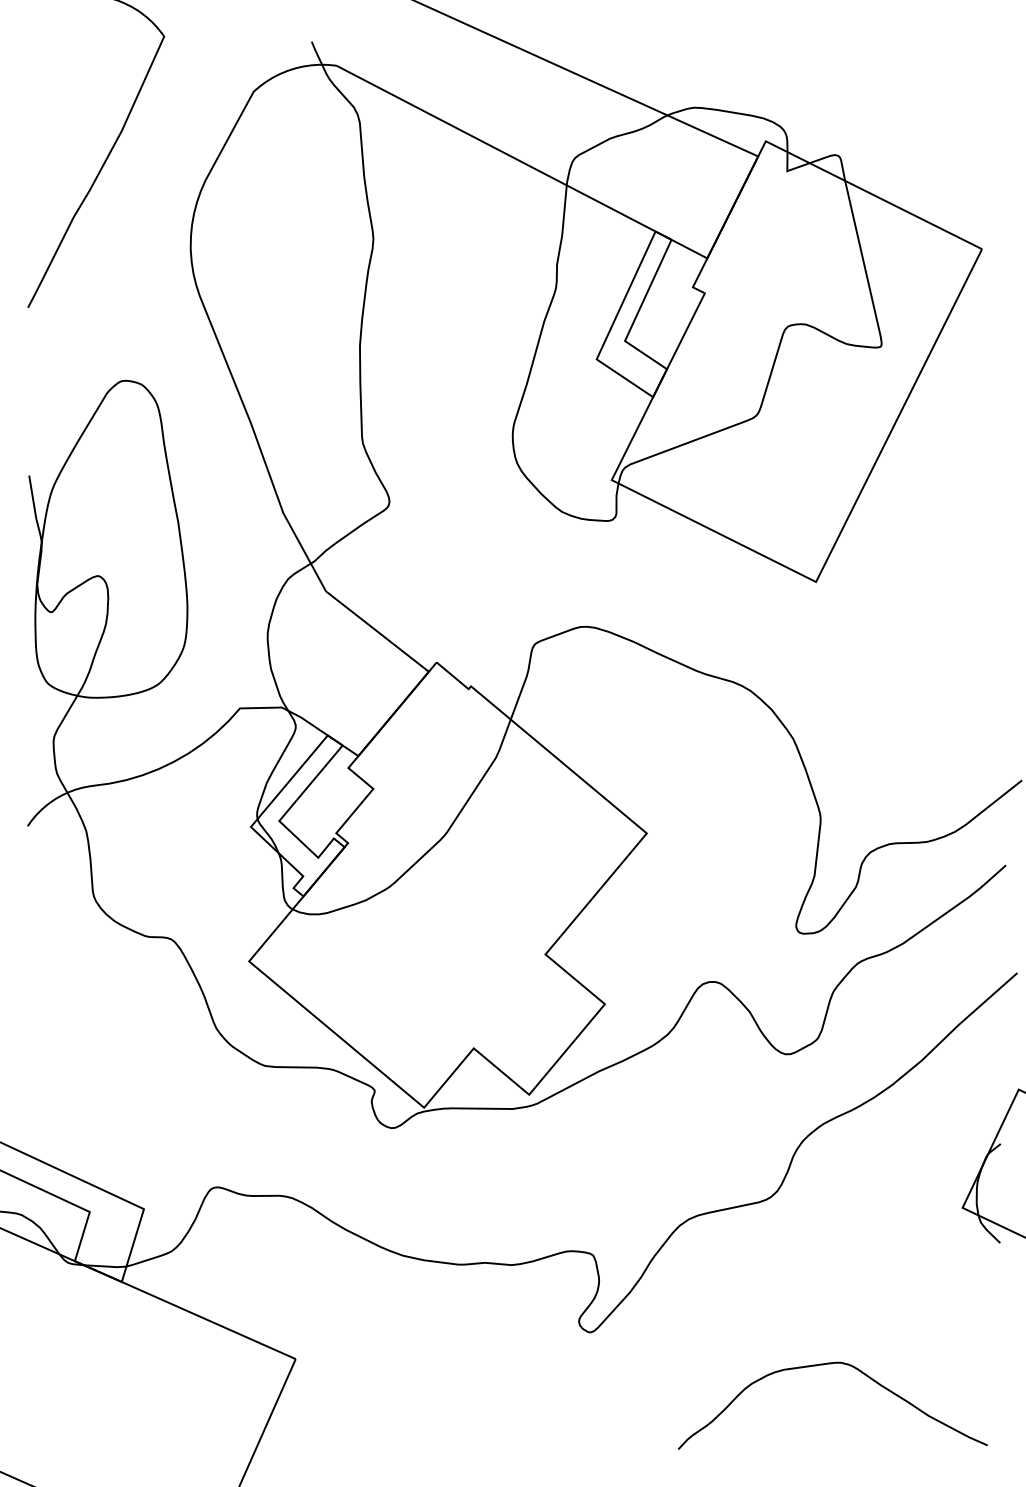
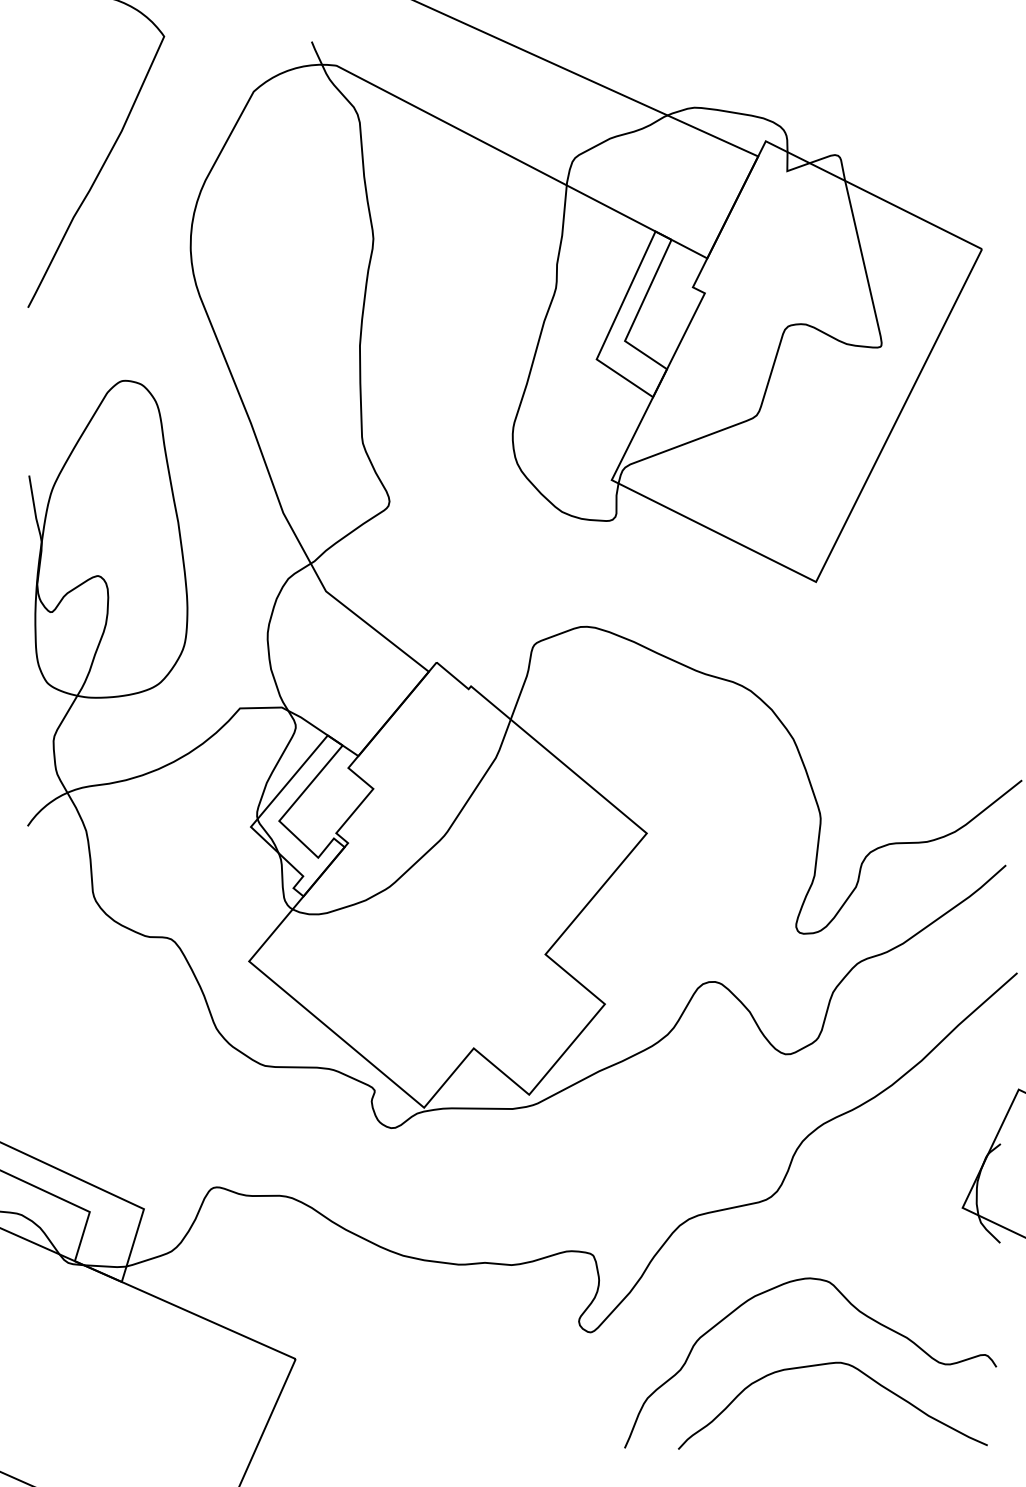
curve at (854, 1308): none -> present
